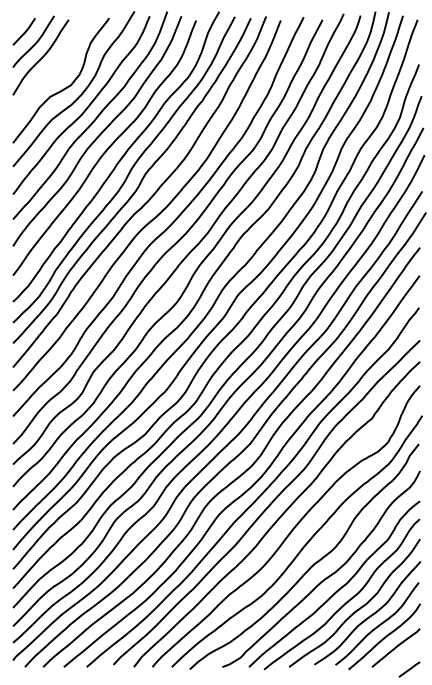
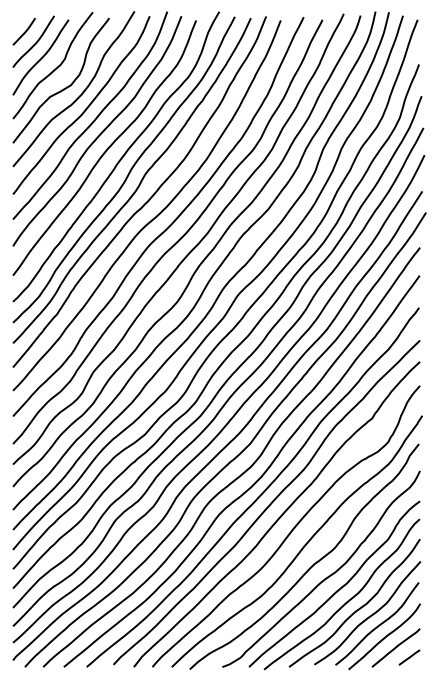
curve at (54, 68): none -> present
line at (409, 669) position: (409, 669) -> (409, 657)
